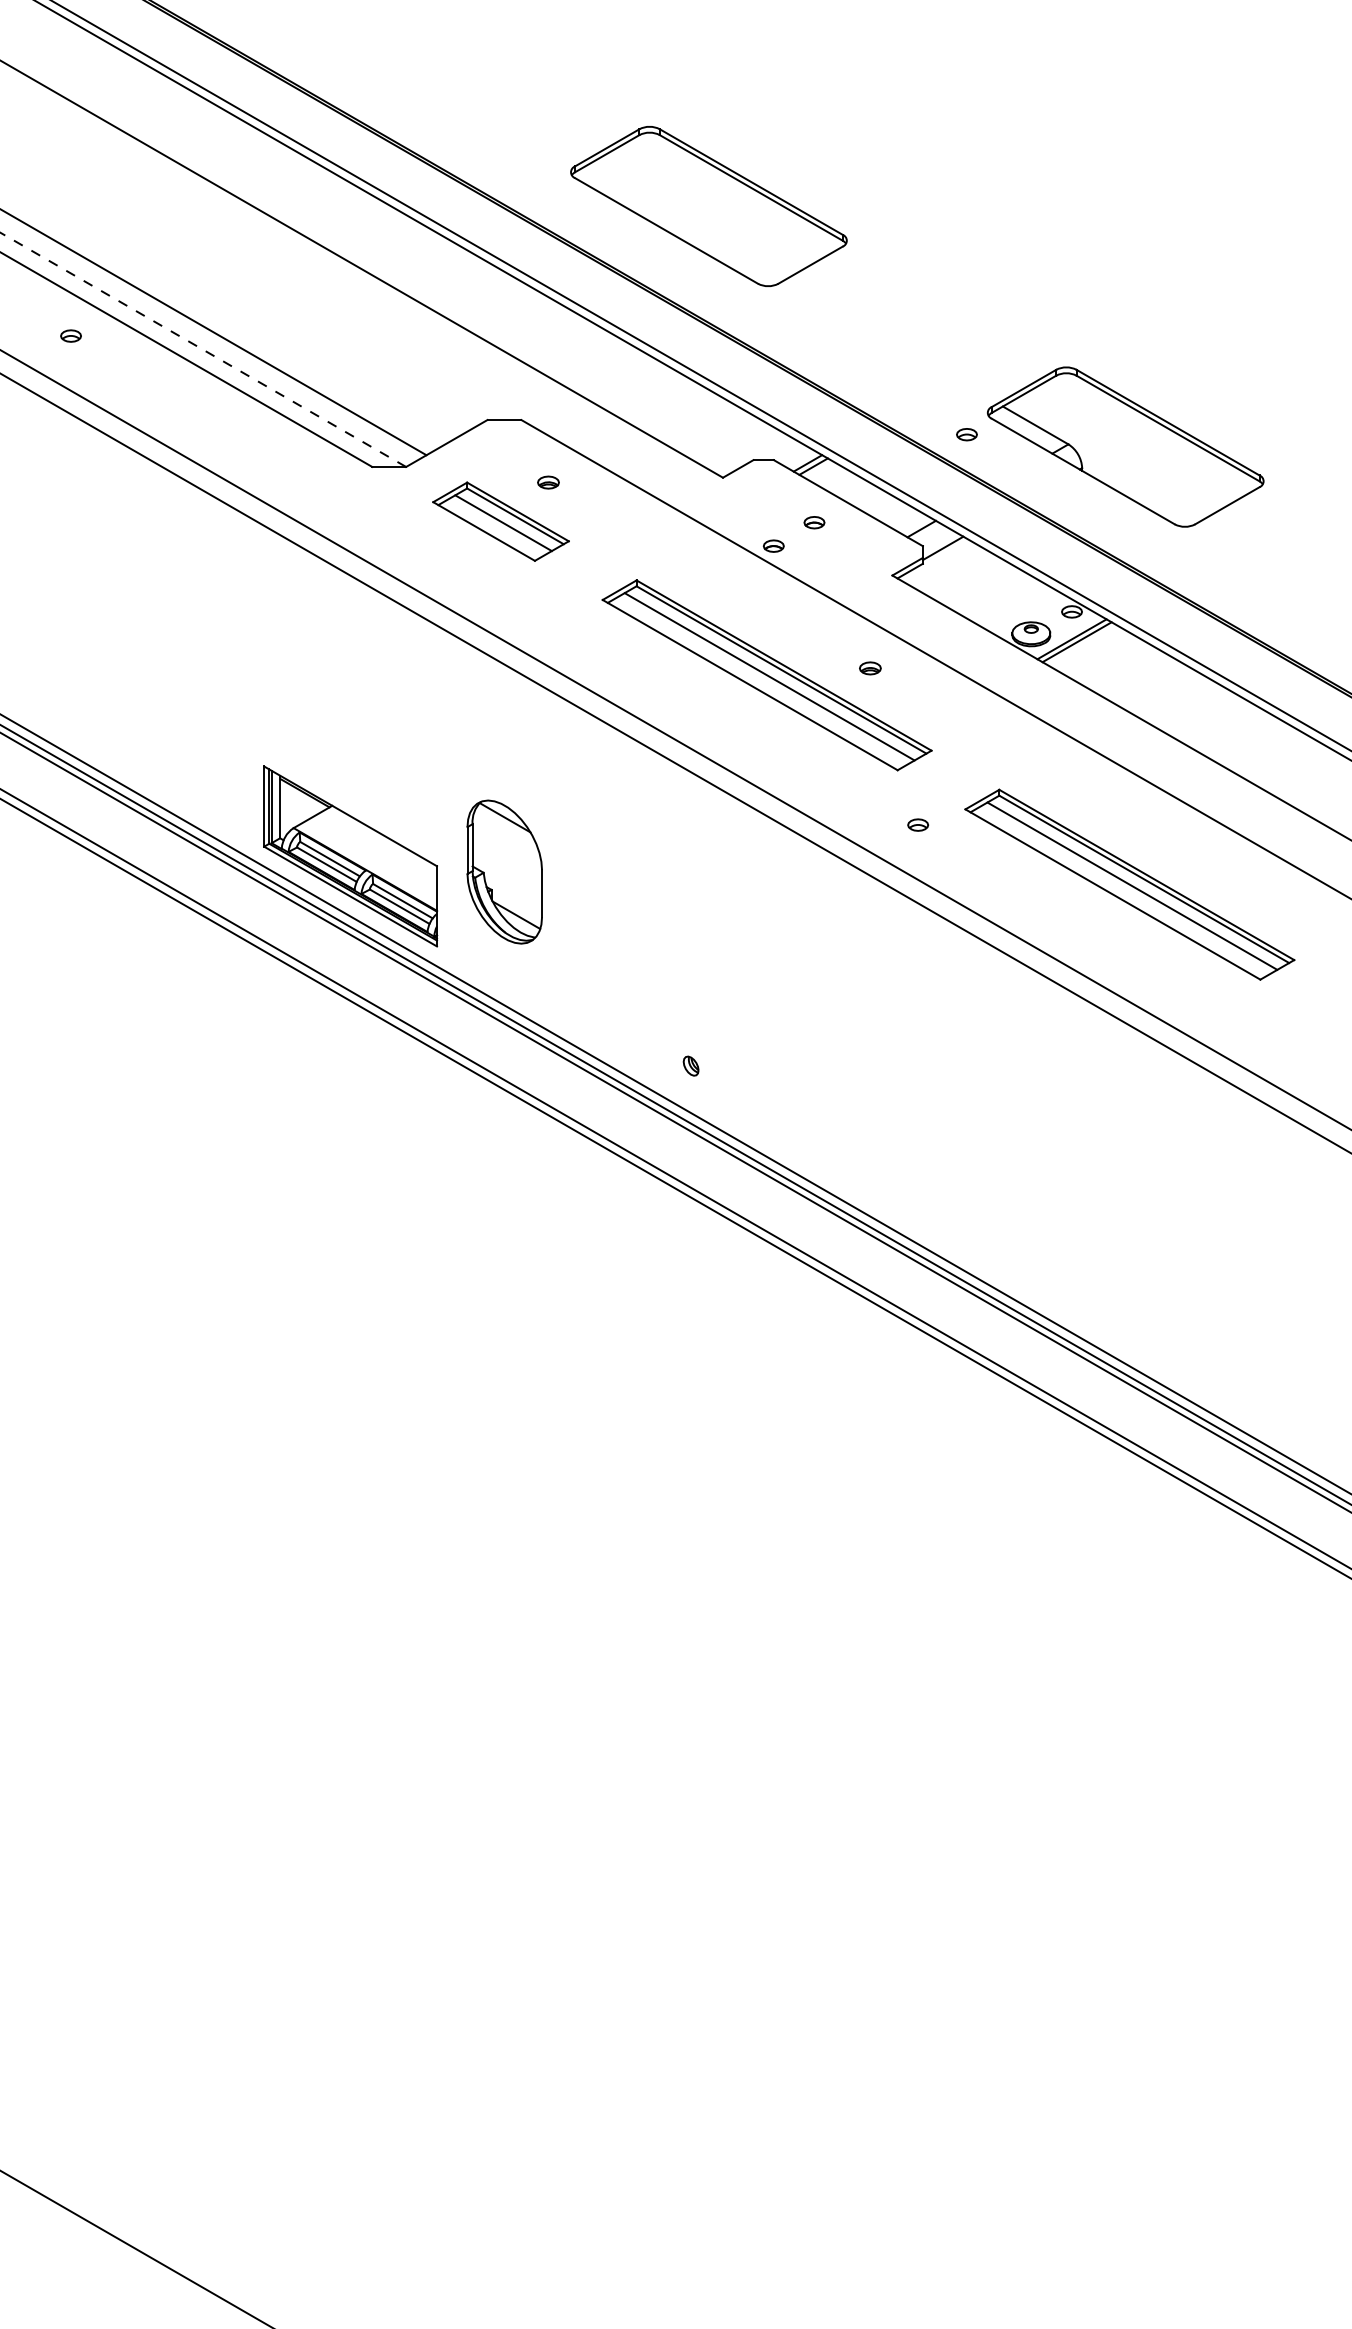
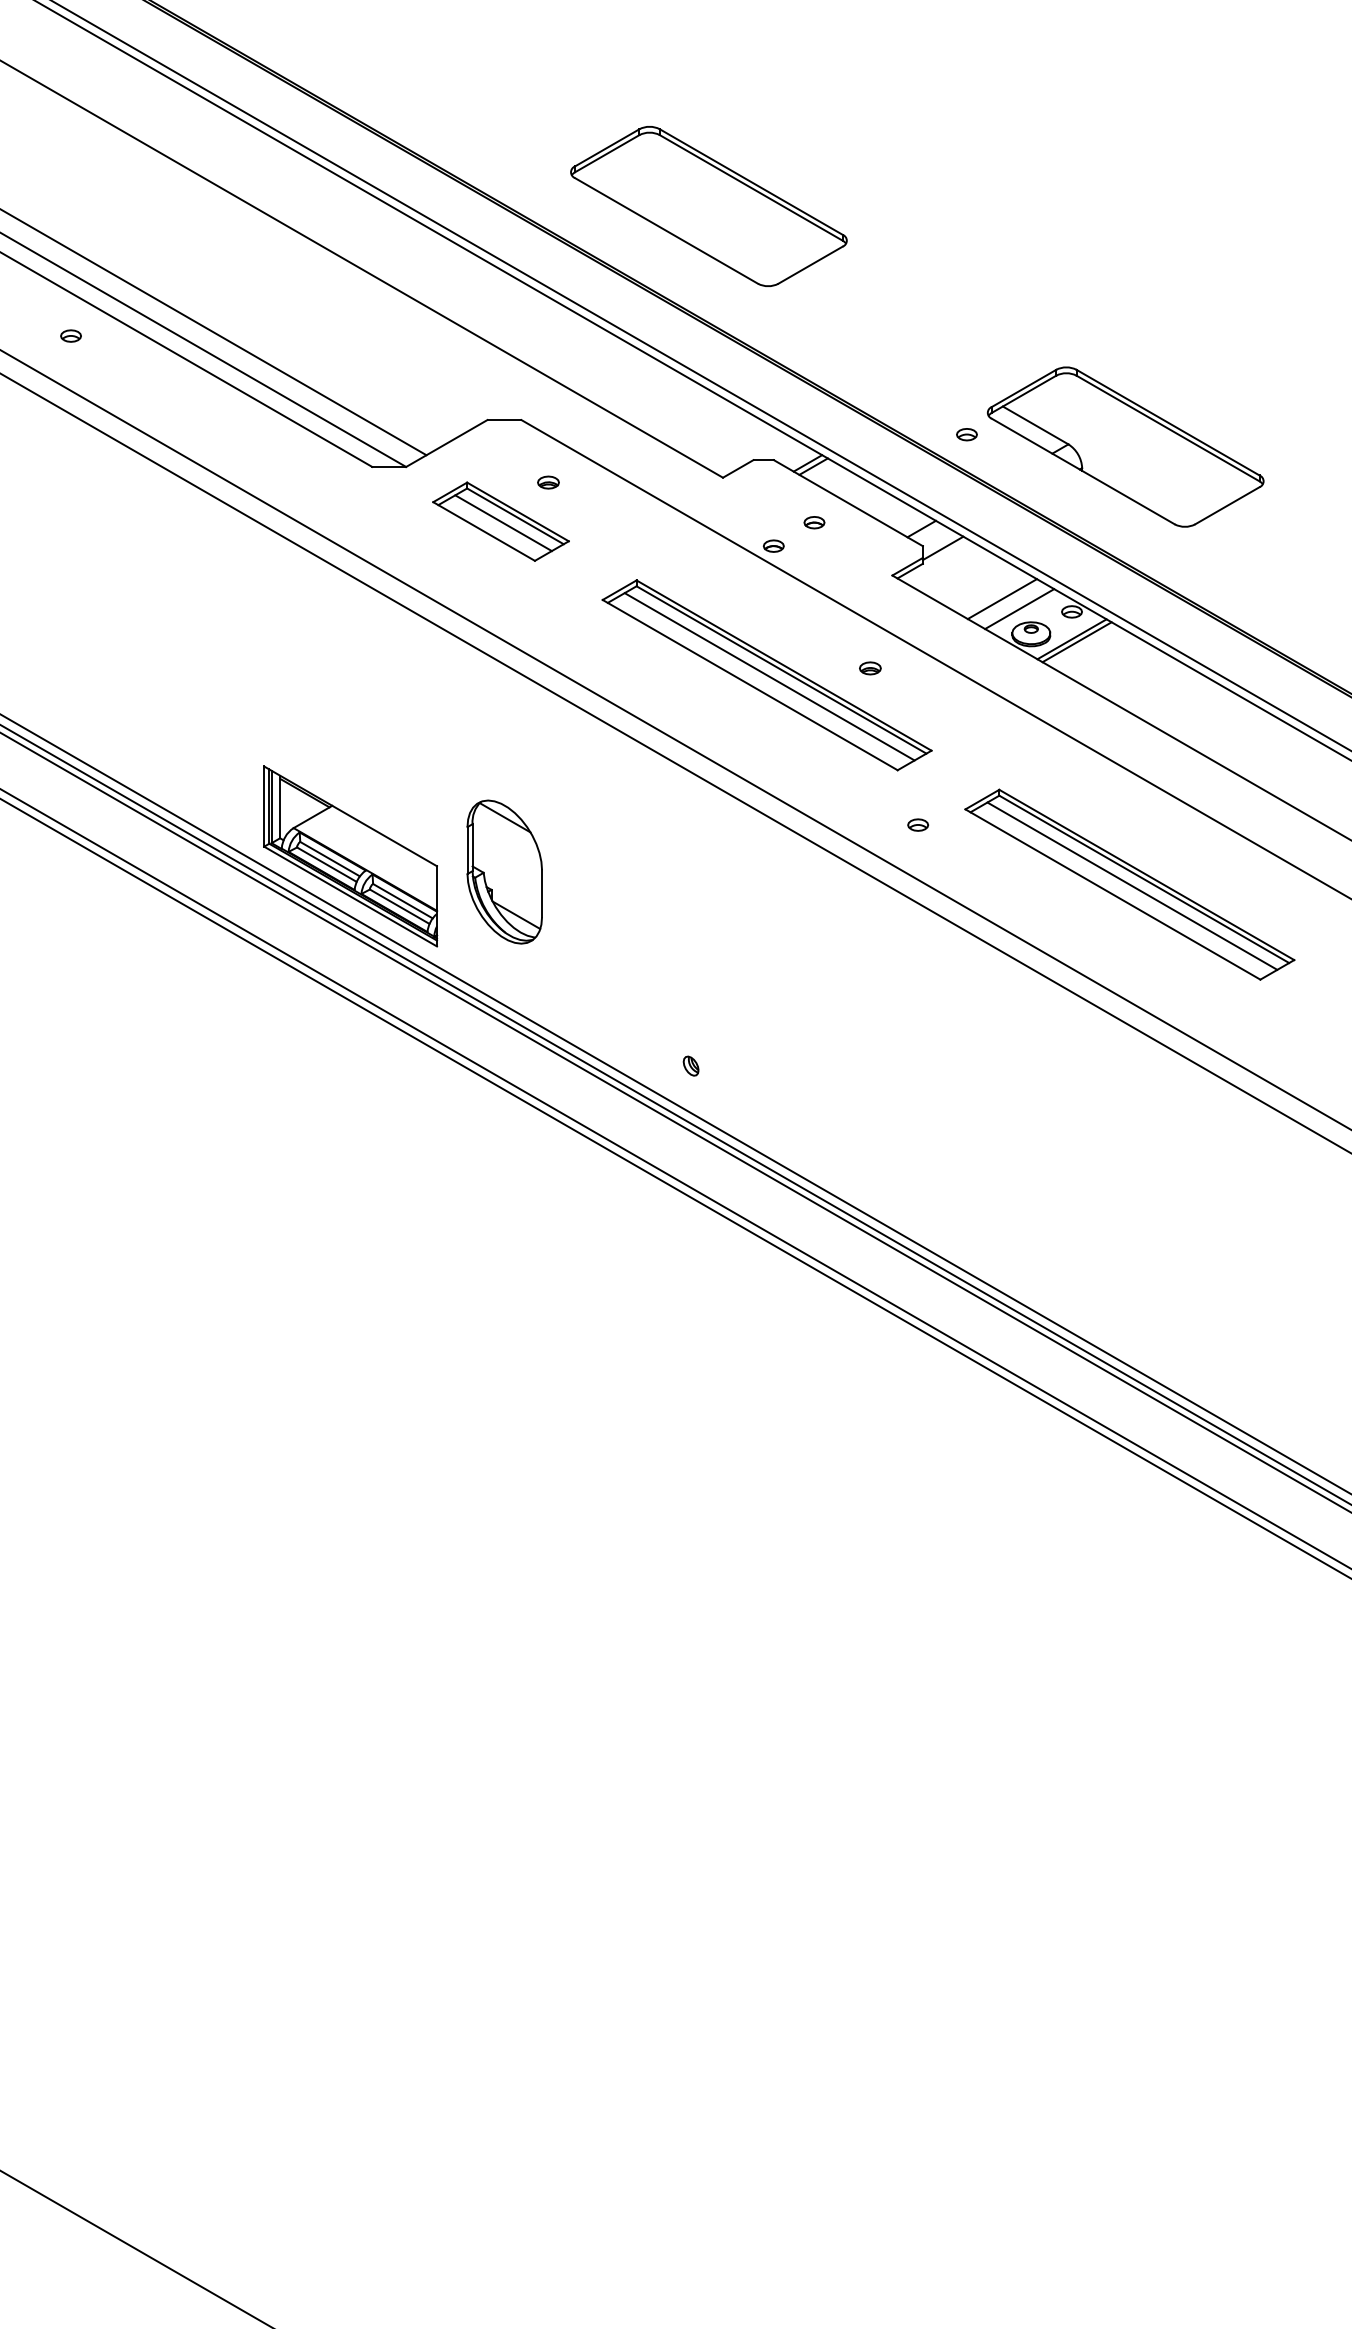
line at (202, 349): dashed -> solid
line at (1001, 599): none -> present
line at (1019, 609): none -> present
